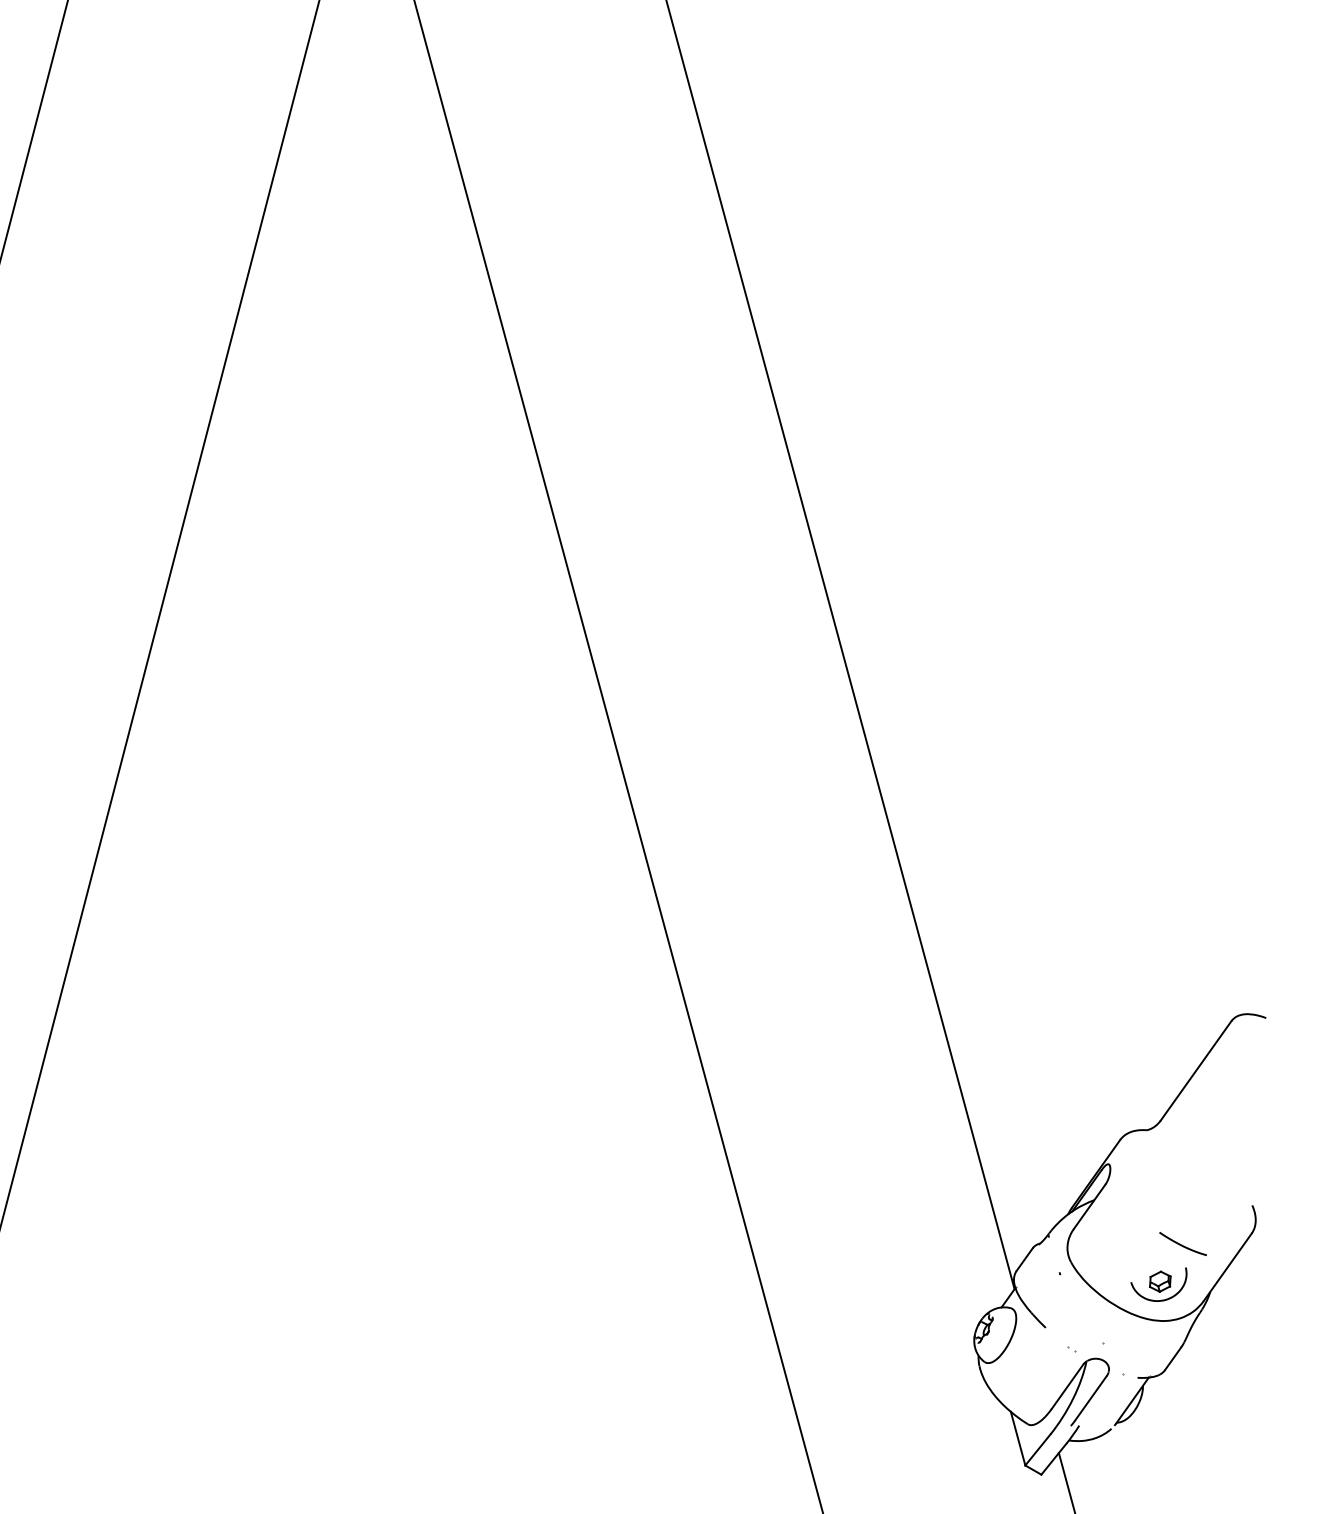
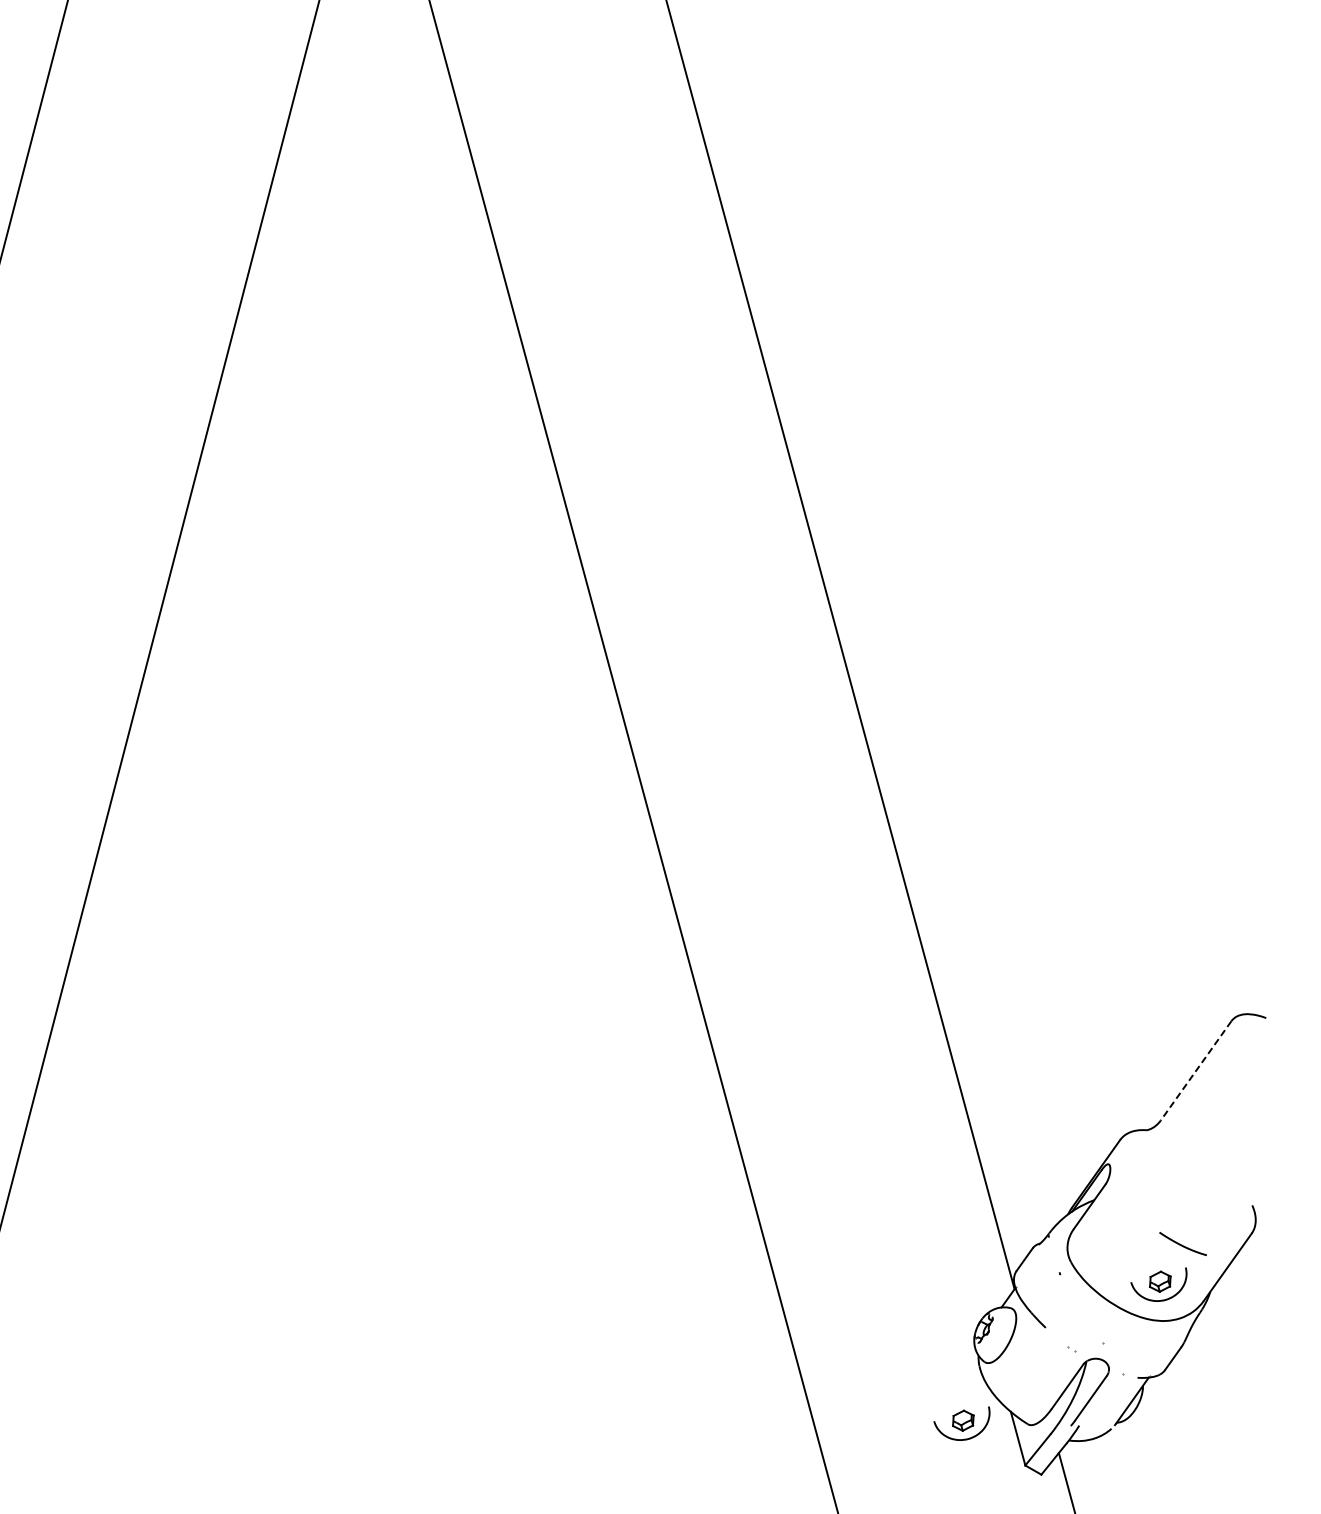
line at (618, 756) position: (618, 756) -> (633, 756)
line at (1196, 1070): solid -> dashed
part at (961, 1423): none -> present
